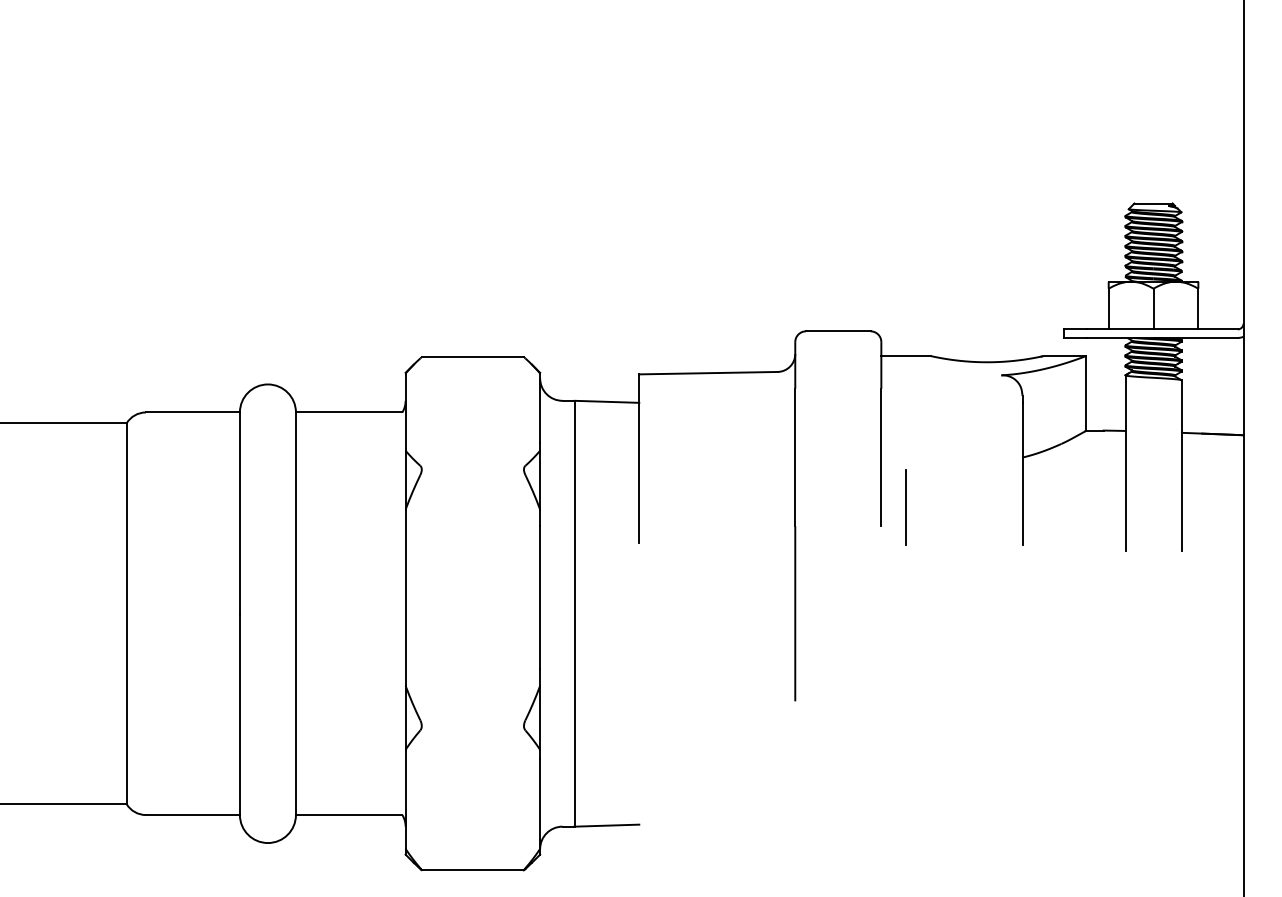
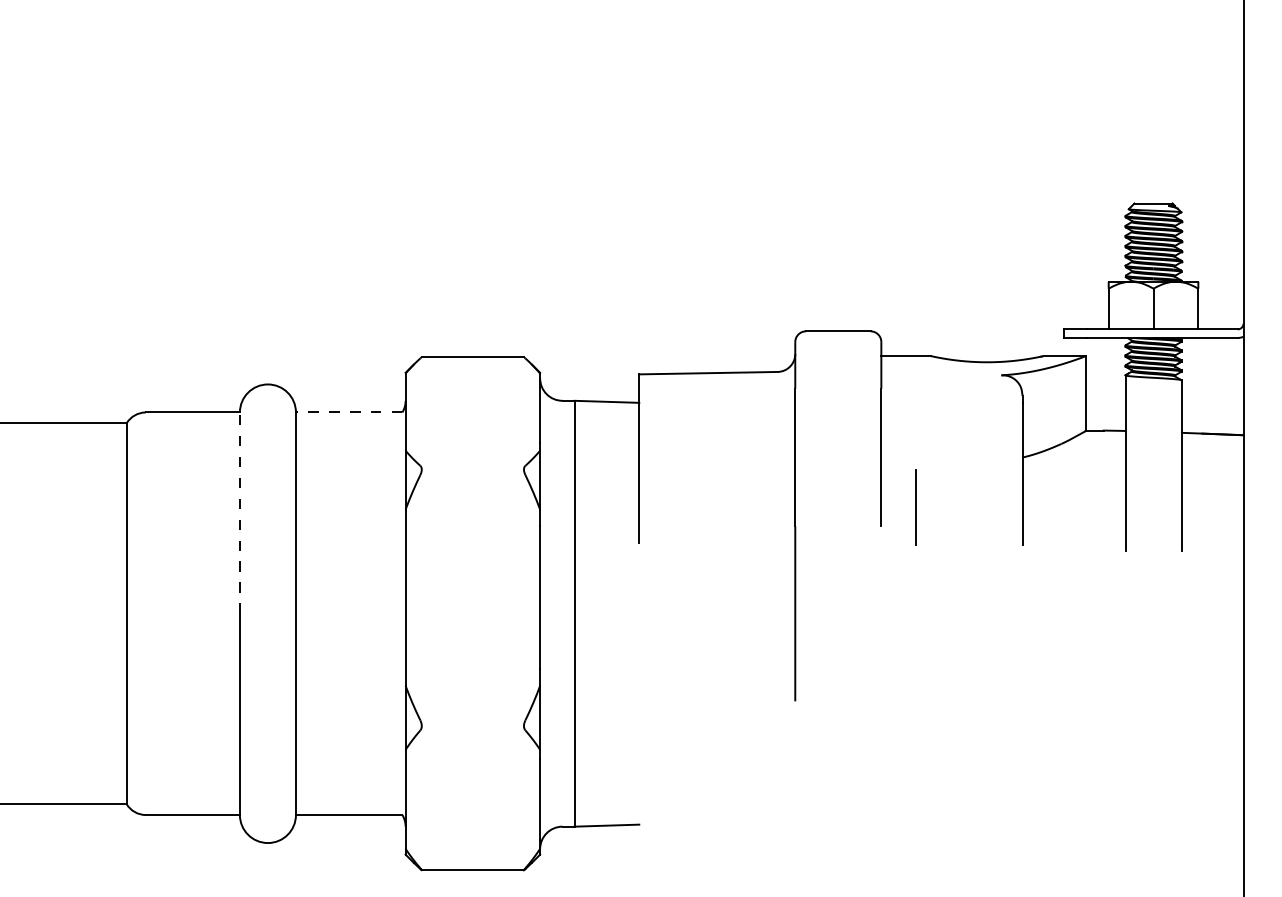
line at (348, 412): solid -> dashed
line at (905, 507) position: (905, 507) -> (915, 507)
line at (239, 513): solid -> dashed
